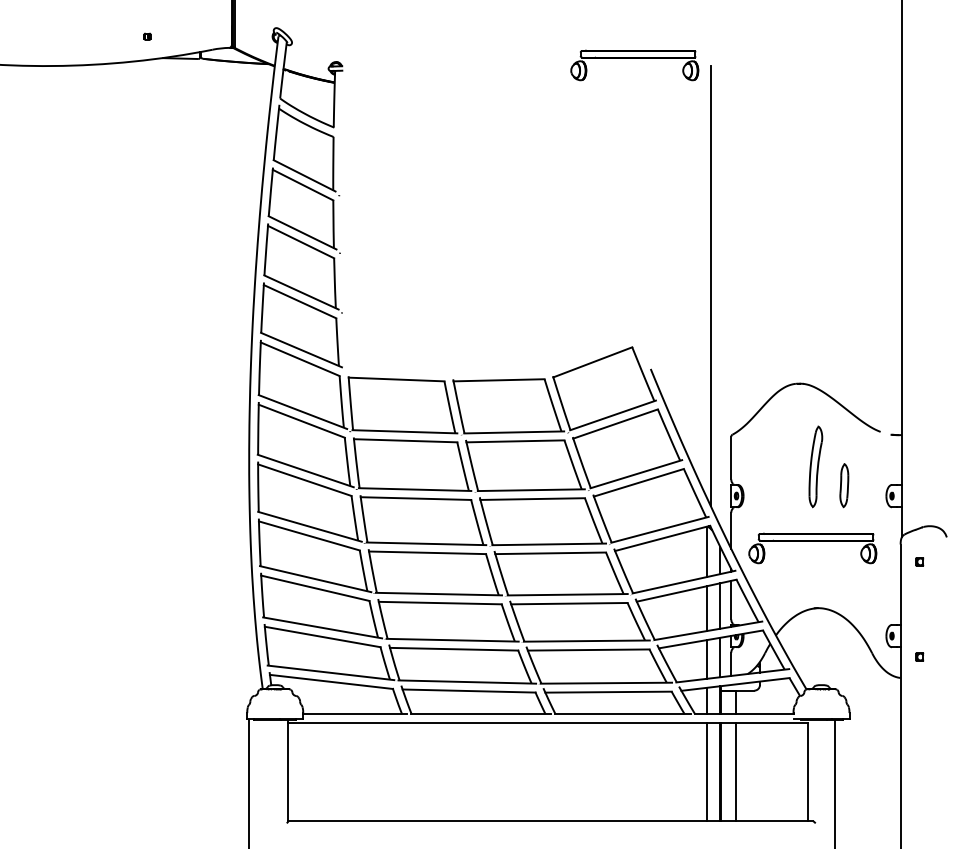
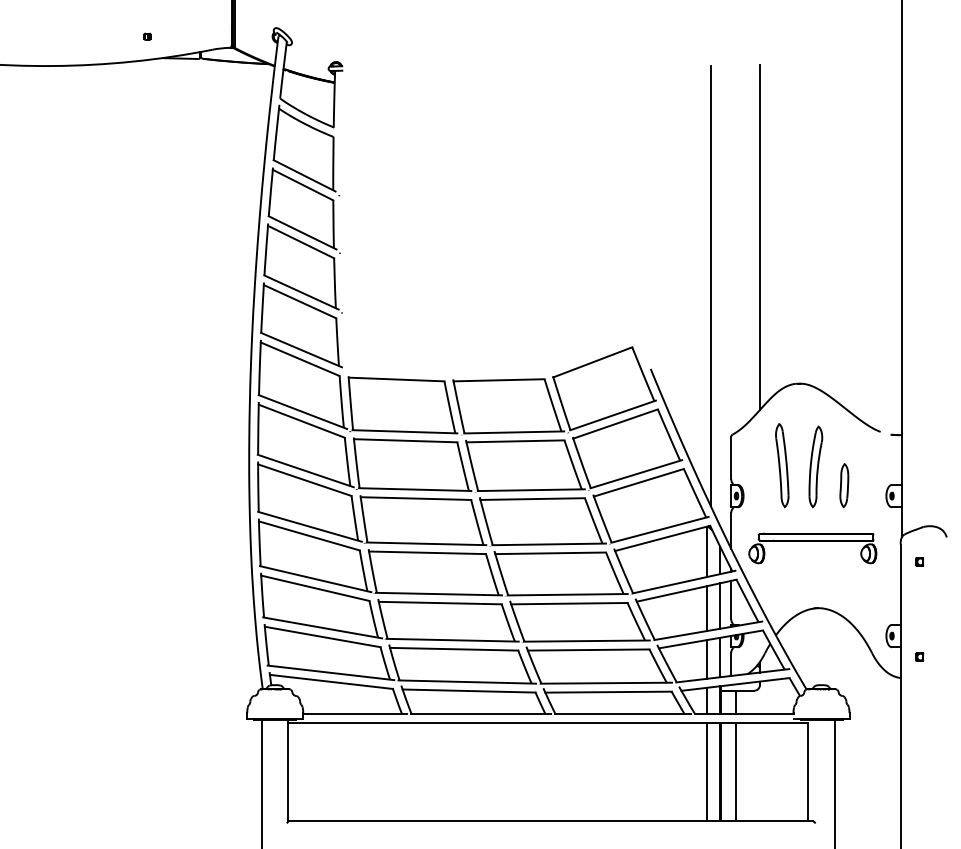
part at (634, 58): present -> none
line at (759, 237): none -> present
part at (782, 465): none -> present
line at (249, 782) position: (249, 782) -> (262, 782)
